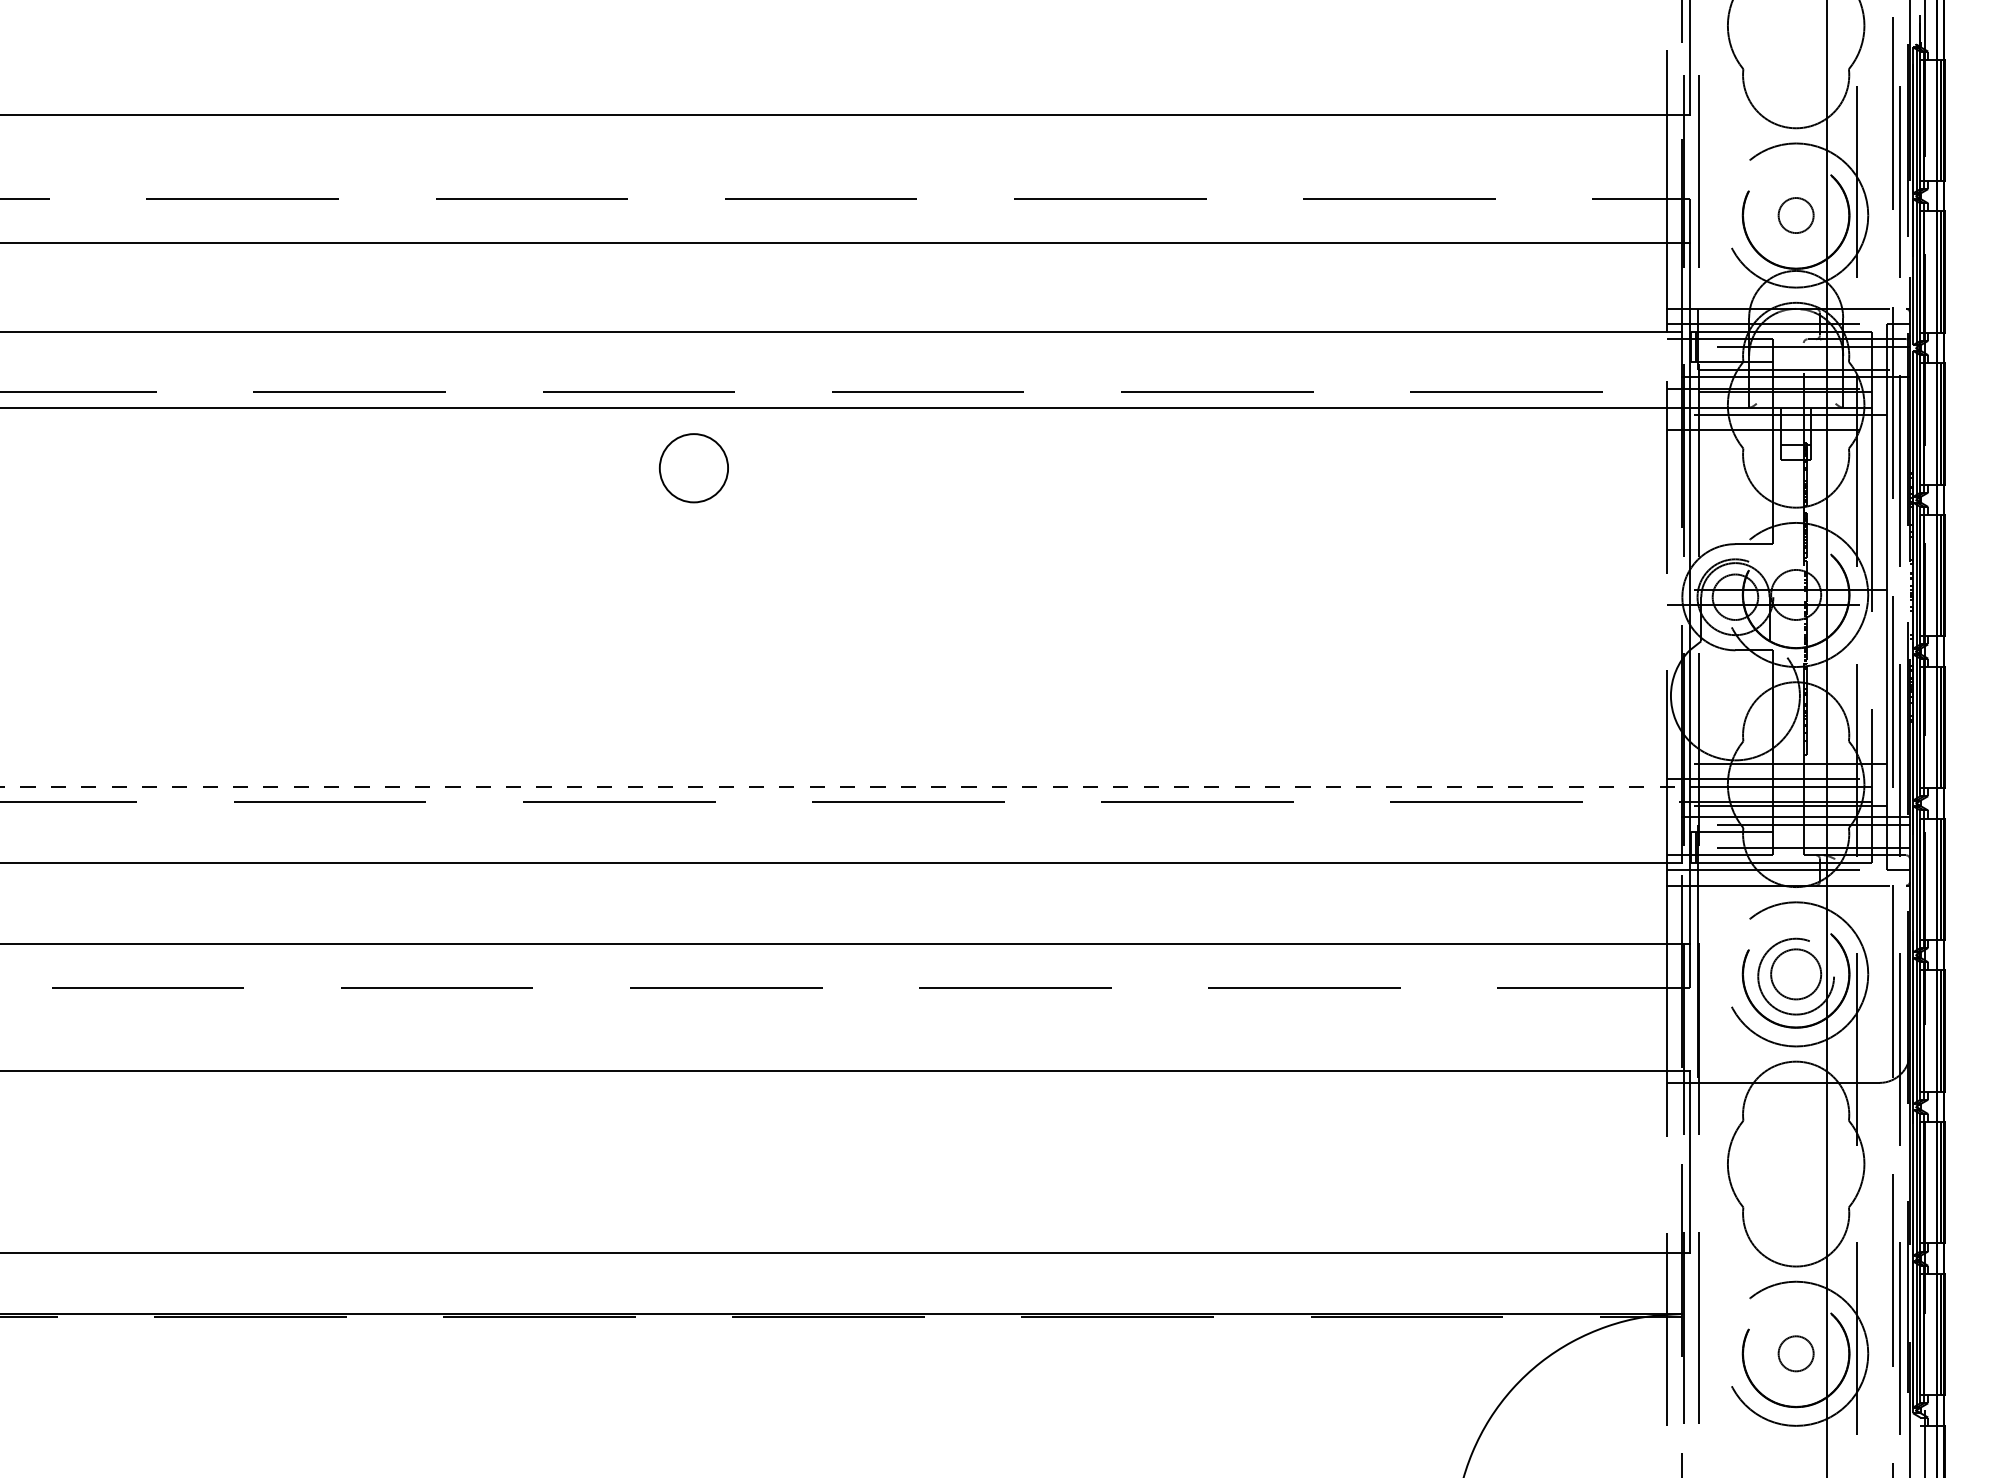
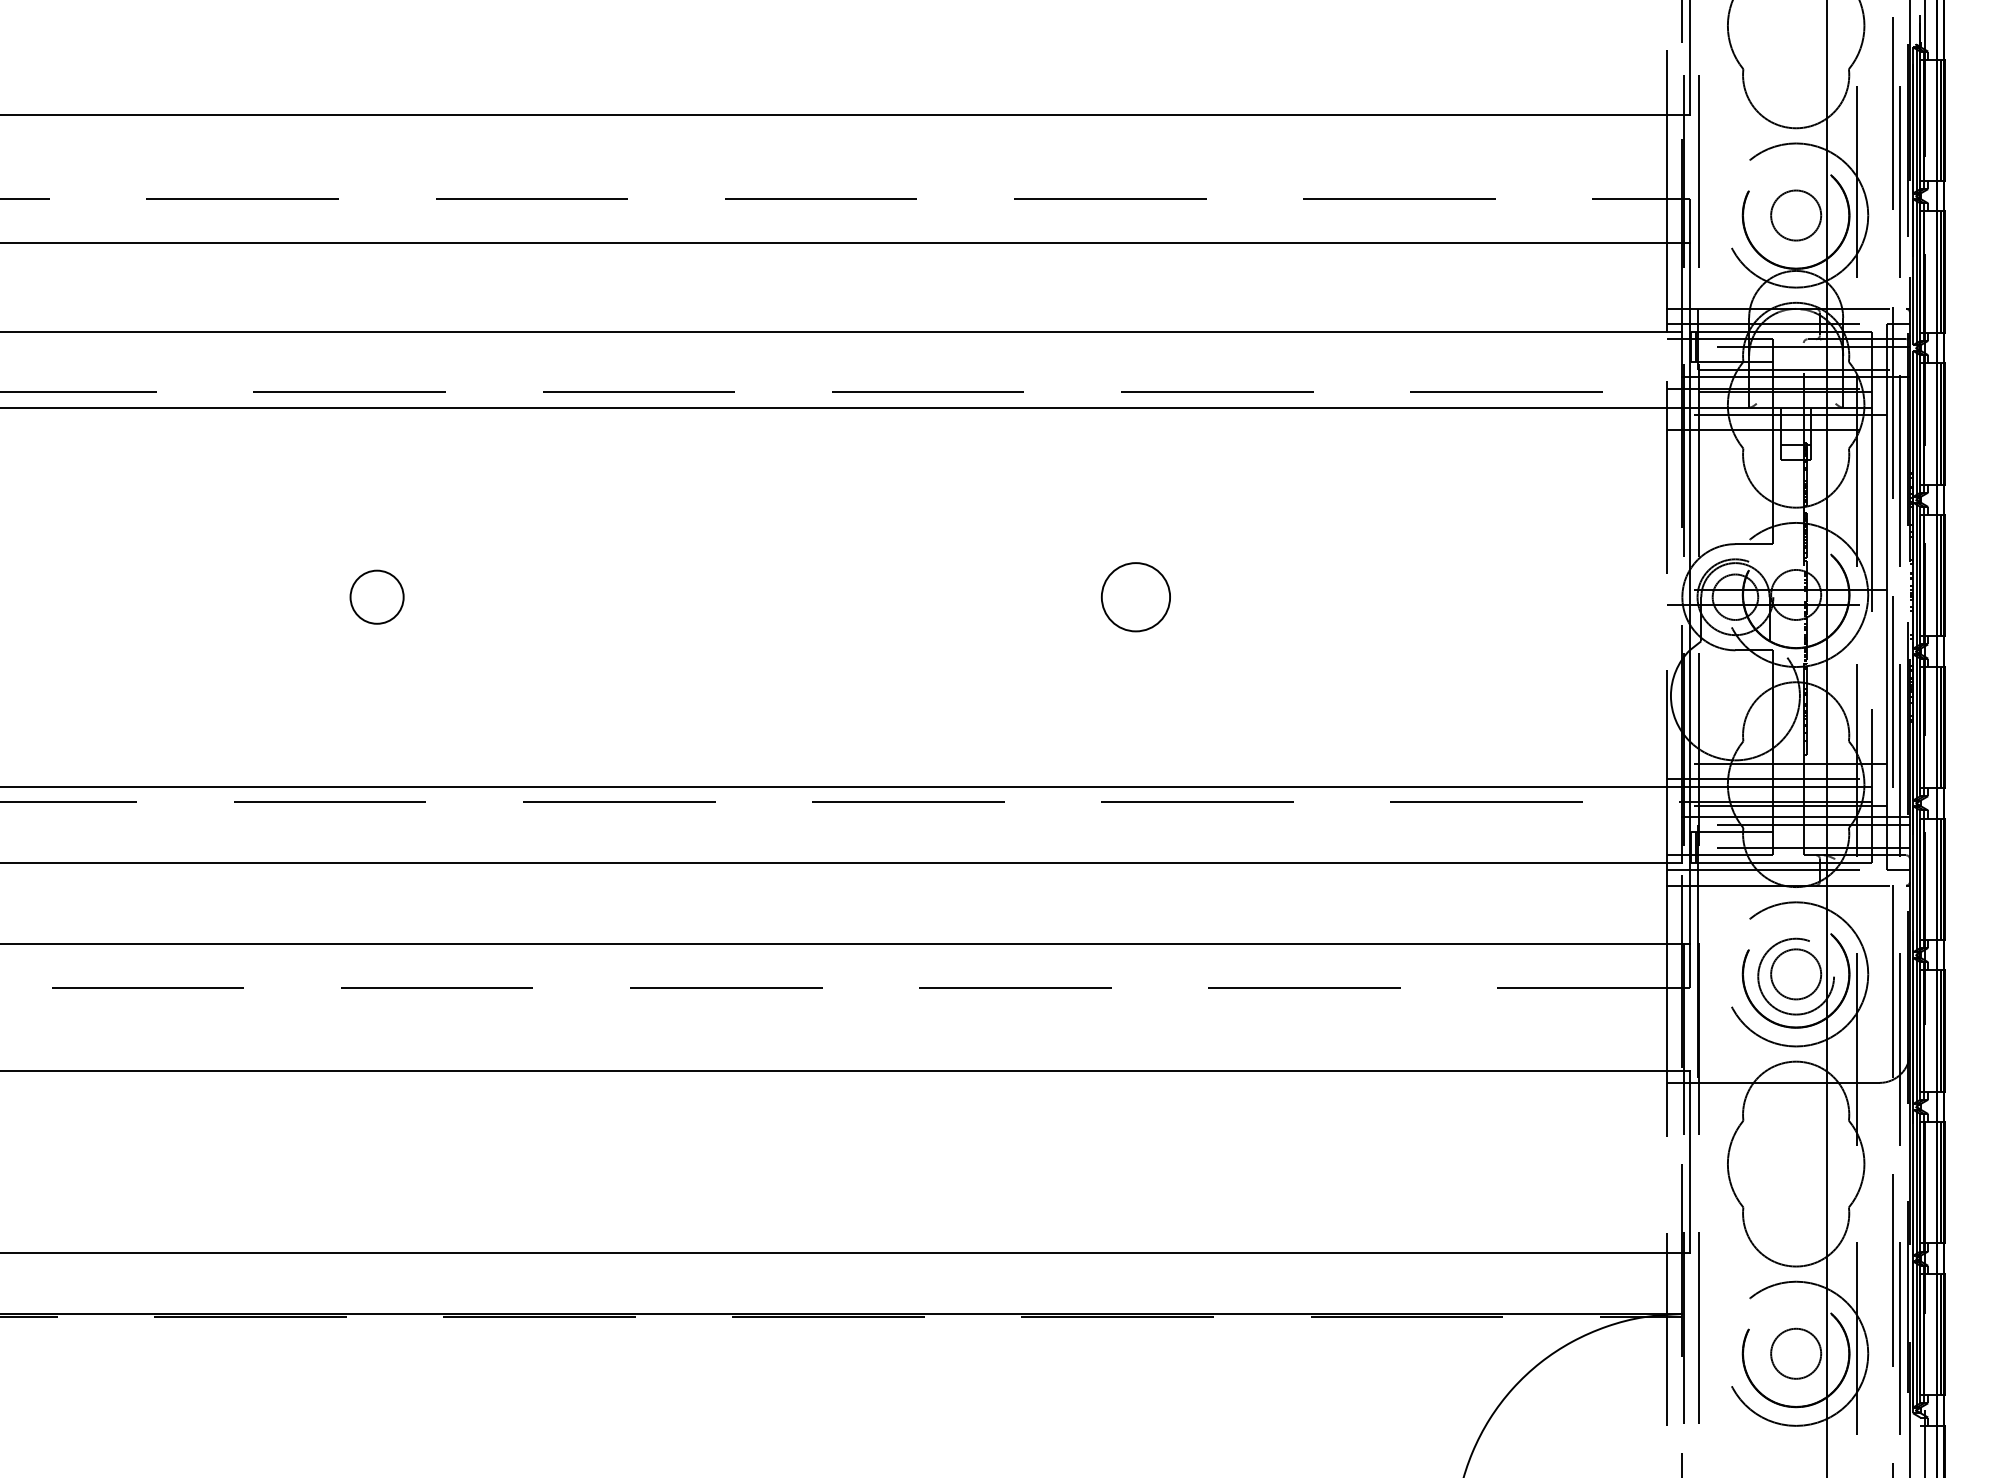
circle at (1795, 215) diameter: 35 px -> 50 px
circle at (693, 468) position: (693, 468) -> (1135, 597)
circle at (376, 596): none -> present
line at (845, 786): dashed -> solid
circle at (1795, 1353) diameter: 35 px -> 50 px
